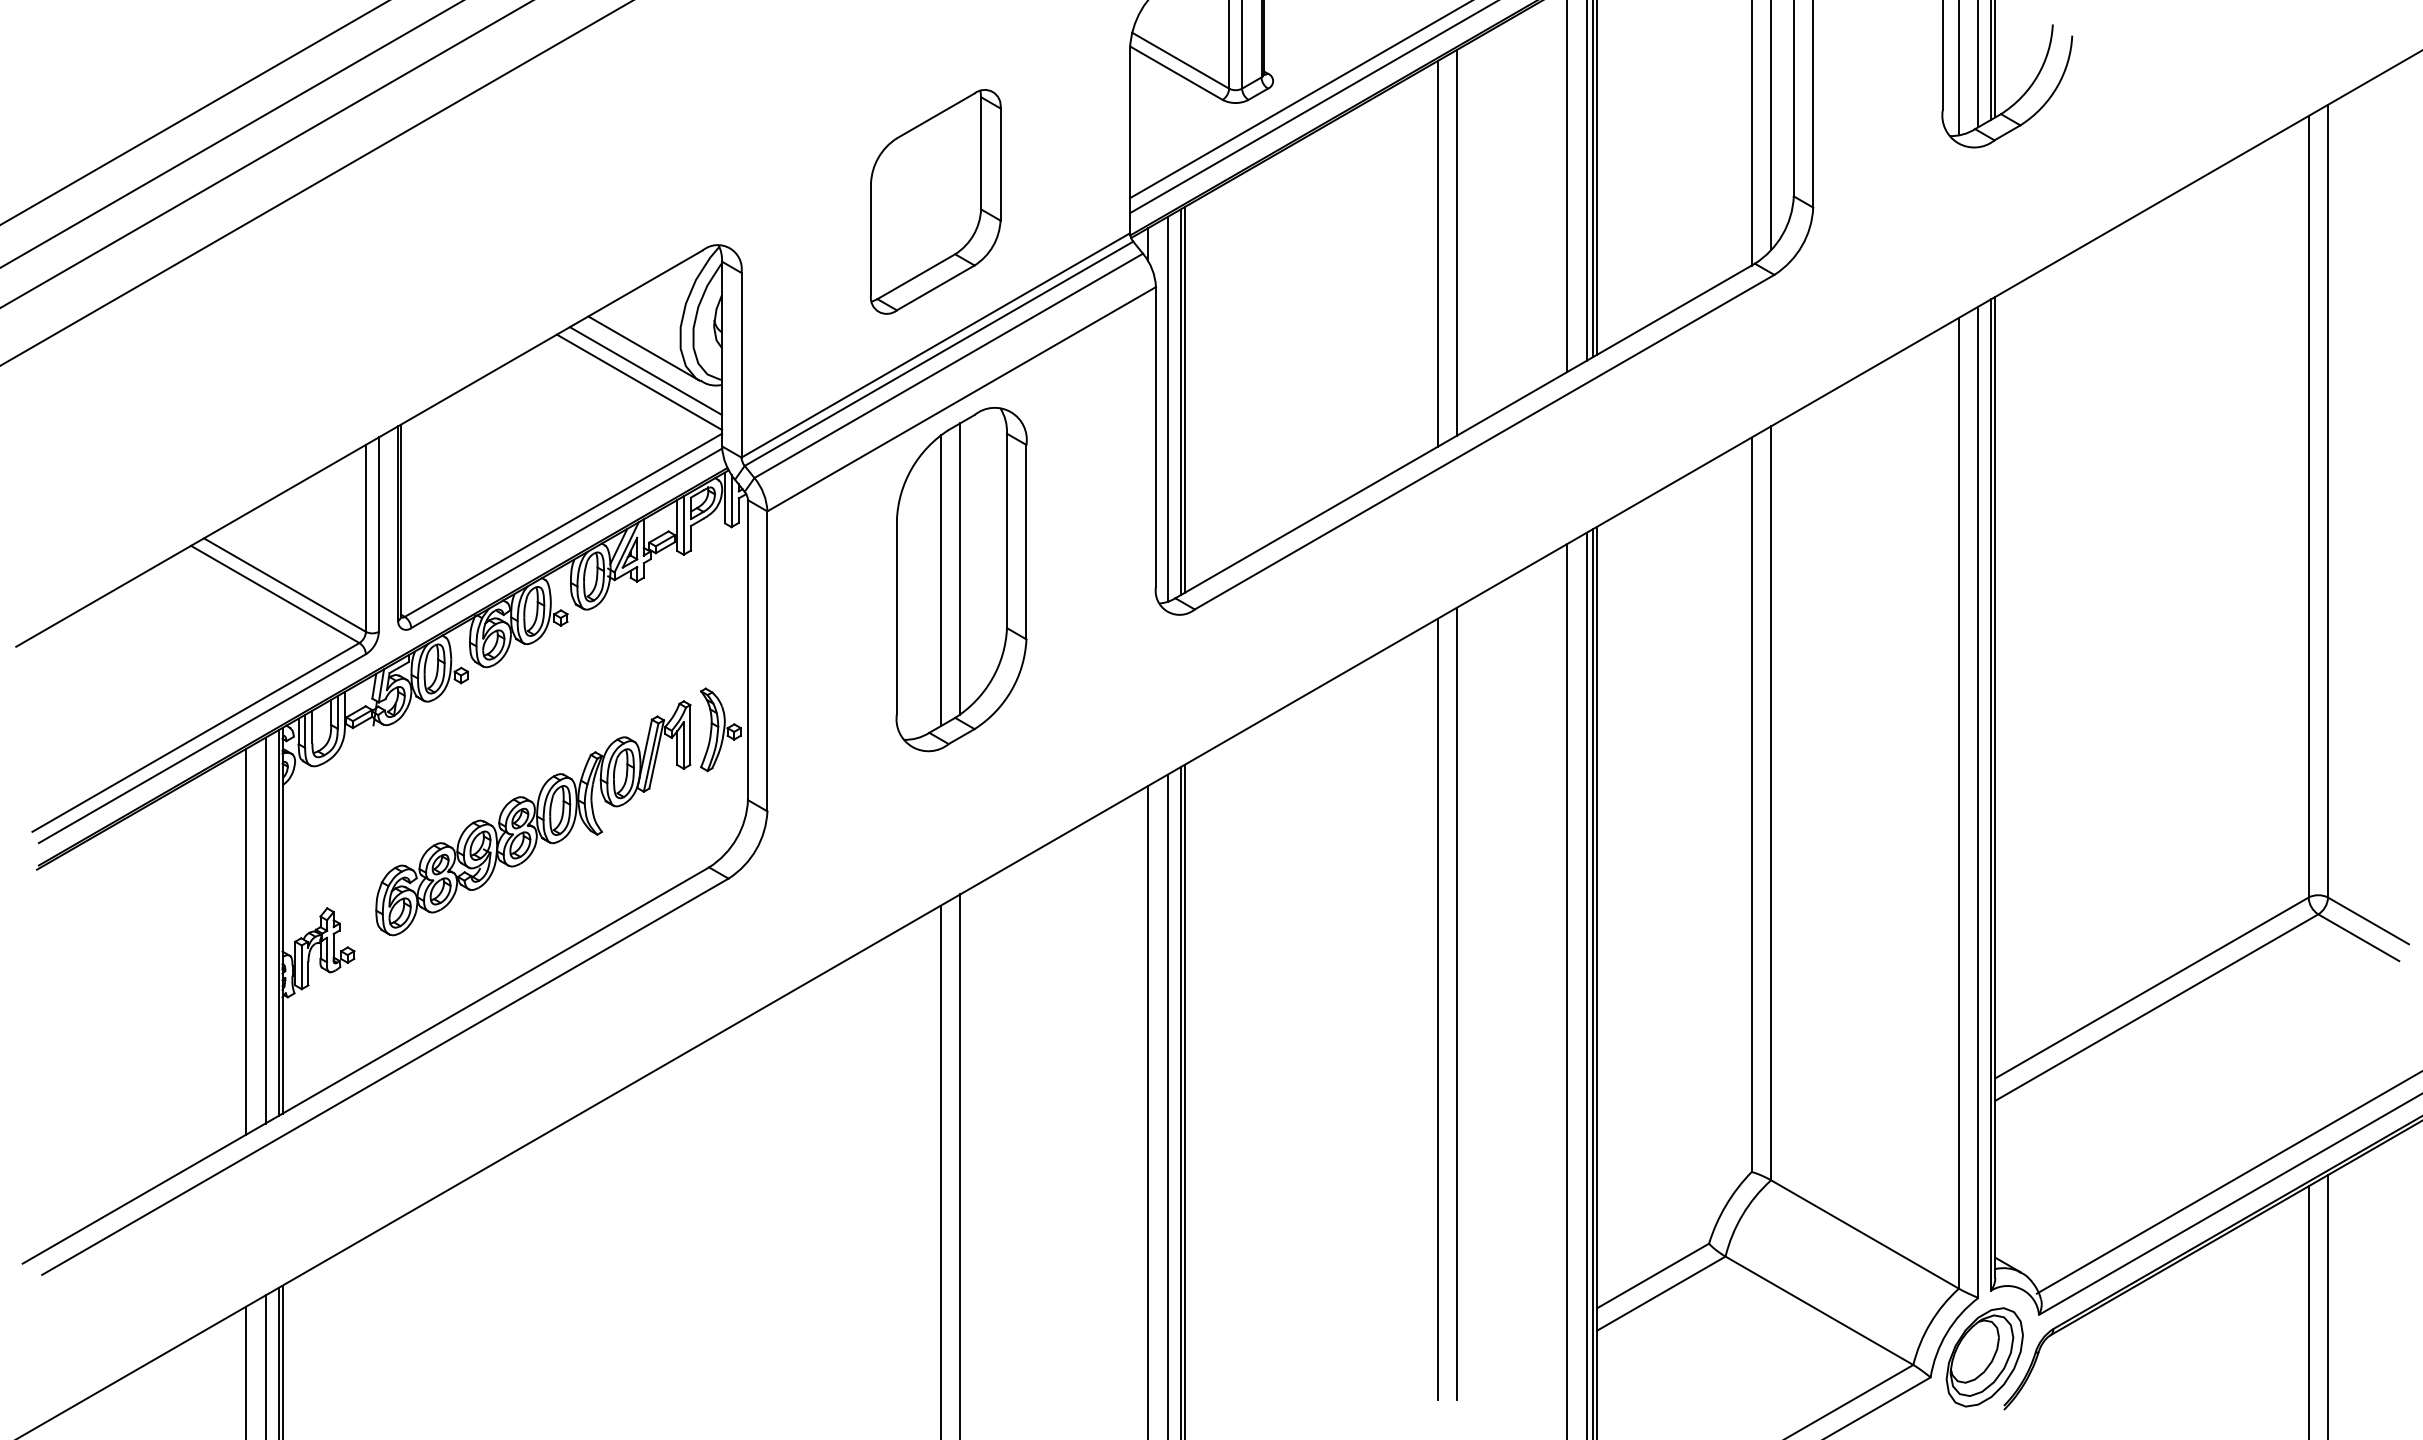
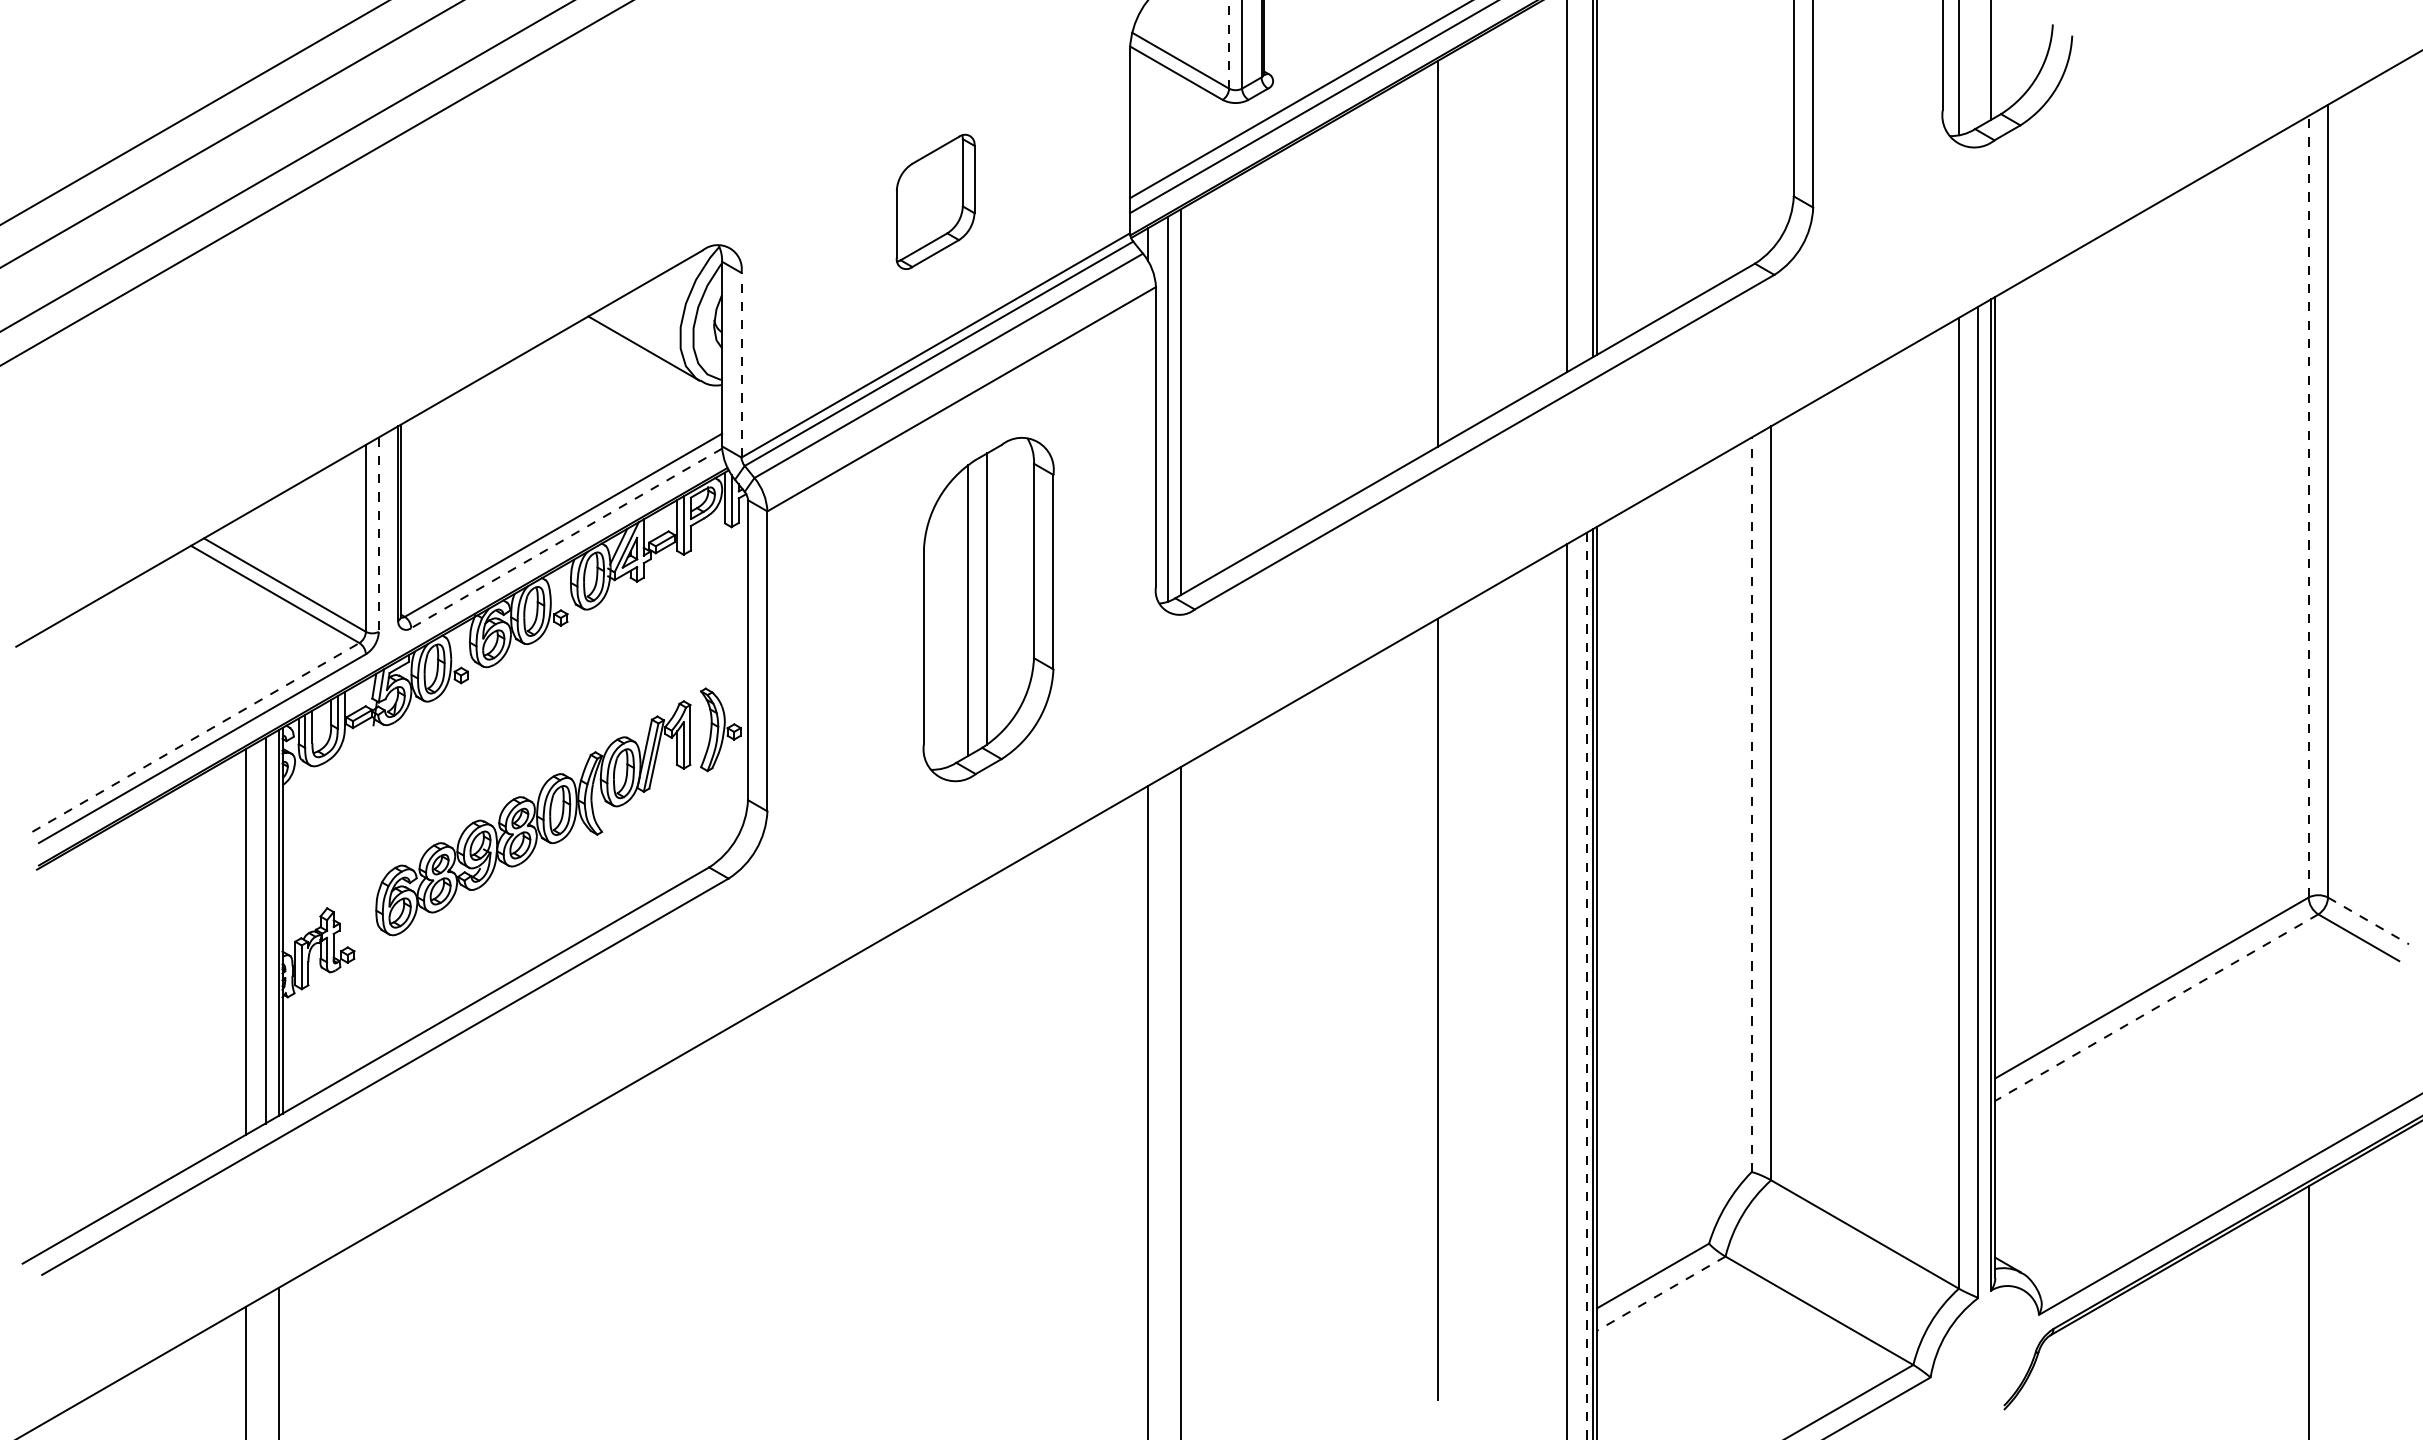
line at (1229, 43): solid -> dashed
line at (1995, 59): present -> none
line at (1978, 64): present -> none
line at (1771, 126): present -> none
line at (1751, 133): present -> none
line at (265, 154) position: (265, 154) -> (286, 166)
line at (1586, 181): present -> none
part at (935, 201) size: 133x226 px -> 81x137 px
line at (1457, 242): present -> none
line at (741, 364): solid -> dashed
line at (645, 371): present -> none
line at (639, 381): present -> none
line at (1184, 399): present -> none
line at (2308, 506): solid -> dashed
line at (378, 535): solid -> dashed
line at (566, 538): solid -> dashed
part at (961, 579) position: (961, 579) -> (988, 609)
line at (195, 737): solid -> dashed
line at (1751, 804): solid -> dashed
line at (2368, 920): solid -> dashed
line at (1586, 986): solid -> dashed
line at (1457, 1003): present -> none
line at (2156, 1007): solid -> dashed
line at (1184, 1100): present -> none
line at (1167, 1105): present -> none
line at (960, 1165): present -> none
line at (940, 1170): present -> none
line at (2227, 1182): present -> none
line at (1660, 1293): solid -> dashed
line at (2328, 1305): present -> none
part at (1984, 1357): present -> none
line at (282, 1360): present -> none
line at (265, 1365): present -> none
